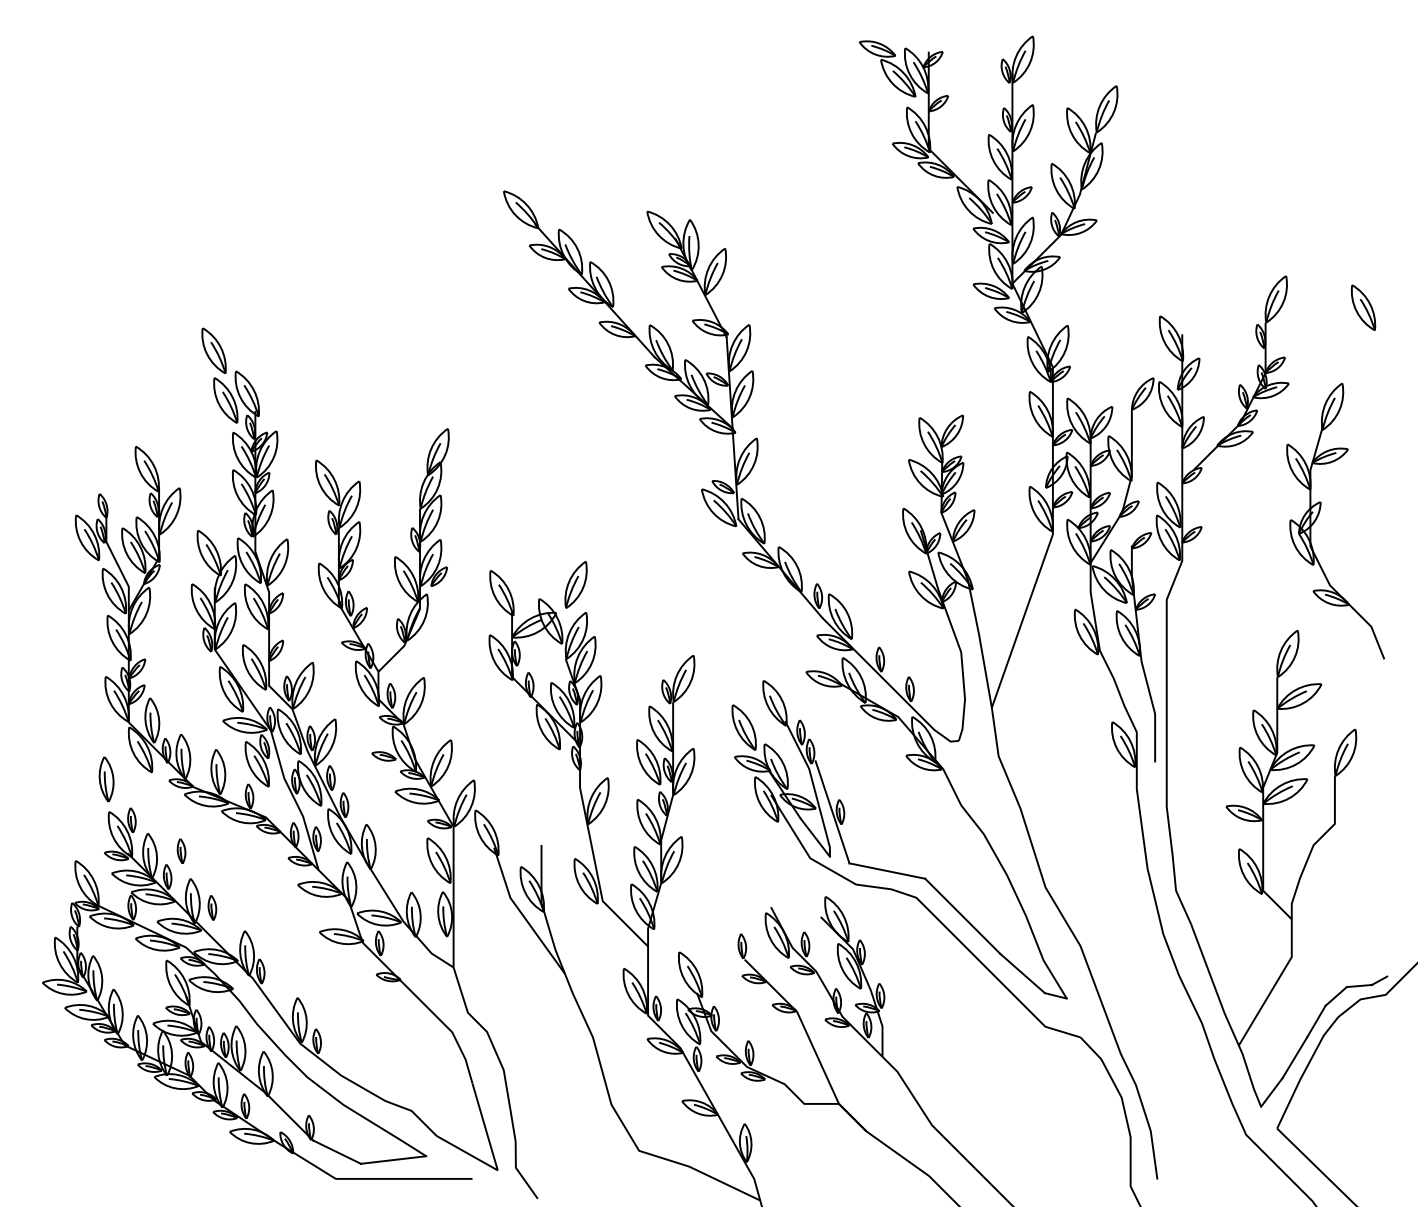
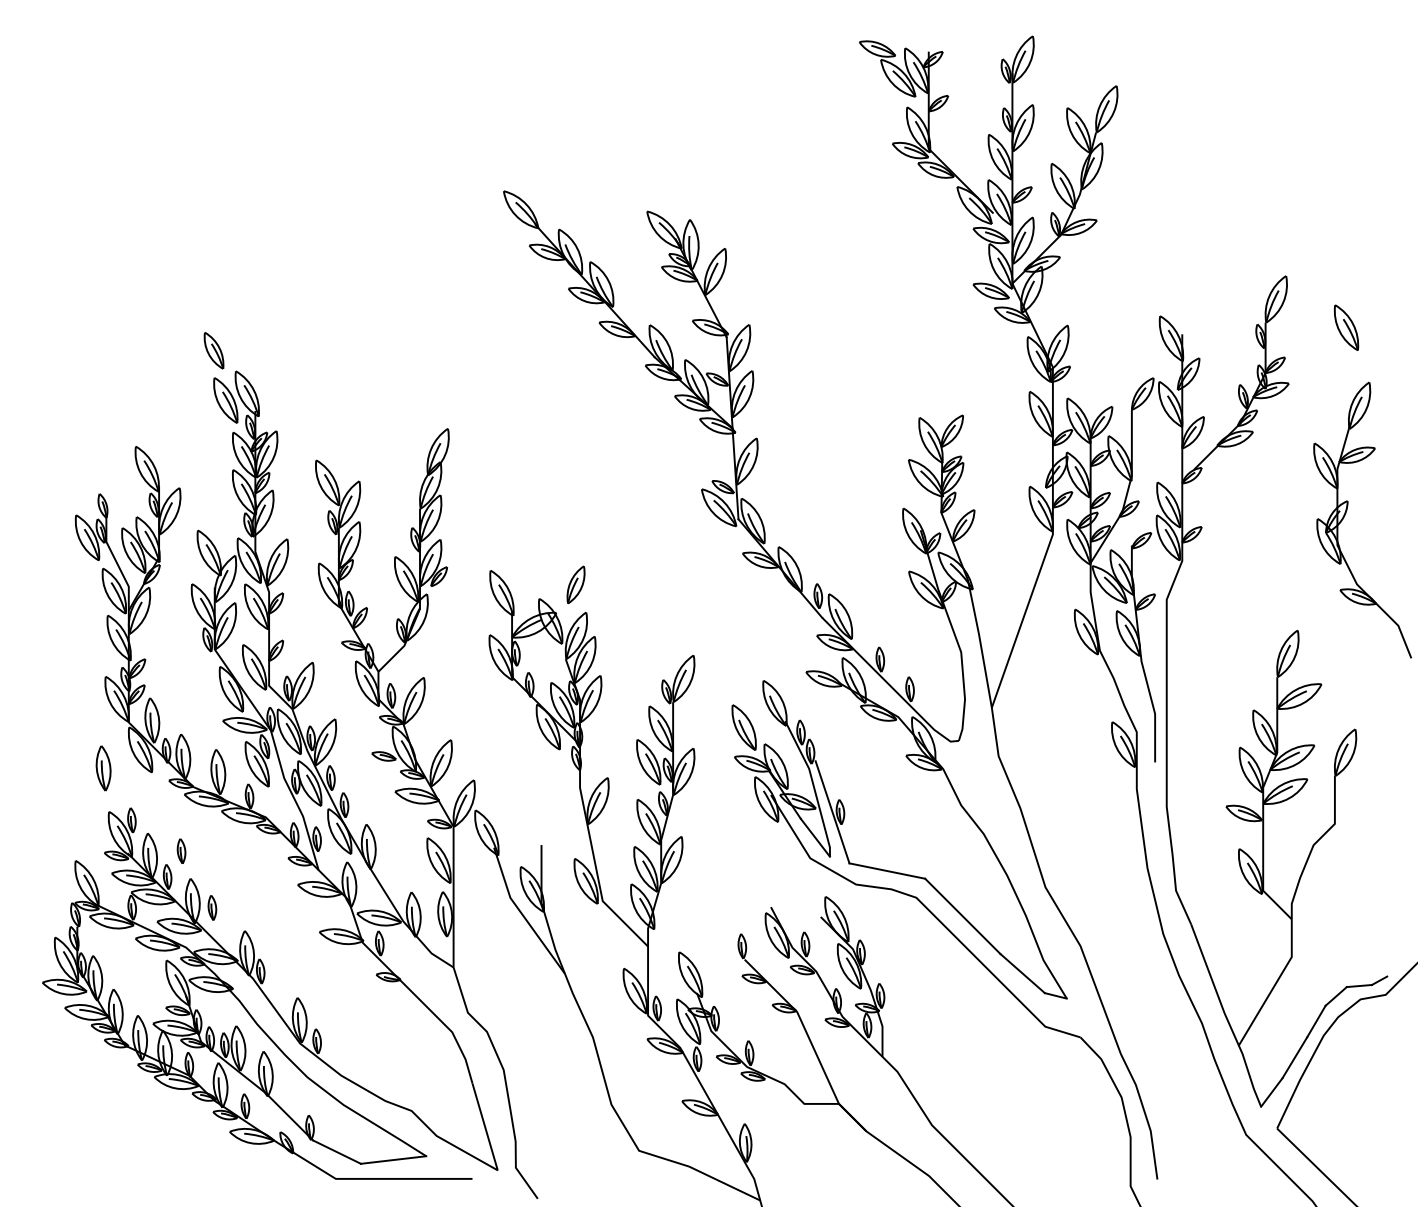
part at (1363, 307) position: (1363, 307) -> (1346, 327)
part at (213, 350) size: 26x47 px -> 22x38 px
part at (1319, 514) position: (1319, 514) -> (1346, 513)
part at (575, 584) size: 24x48 px -> 20x40 px
part at (106, 779) position: (106, 779) -> (103, 768)
